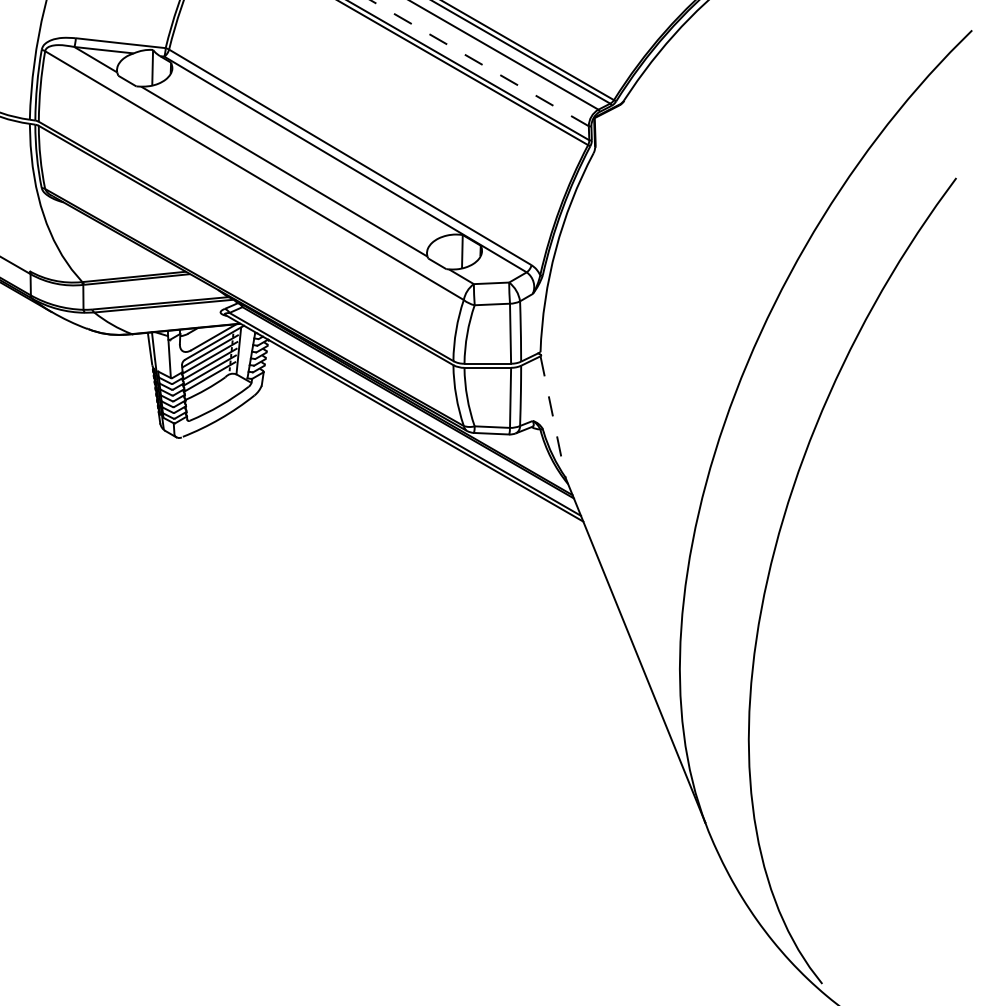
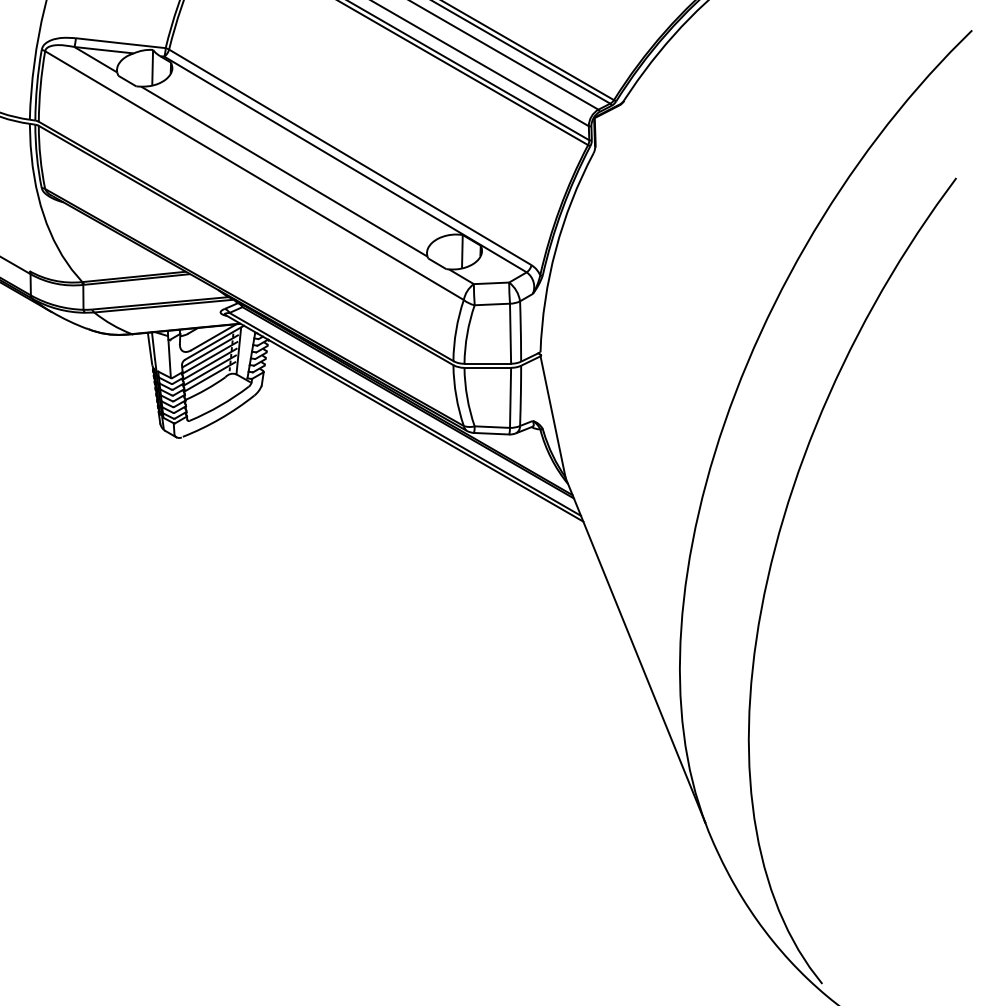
line at (479, 63): dashed -> solid
line at (553, 417): dashed -> solid
